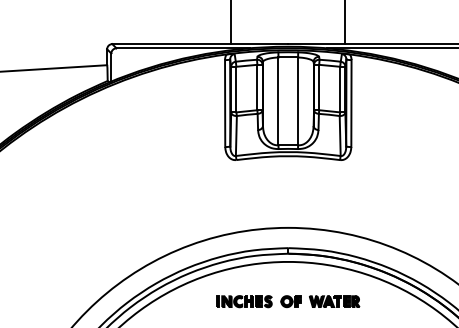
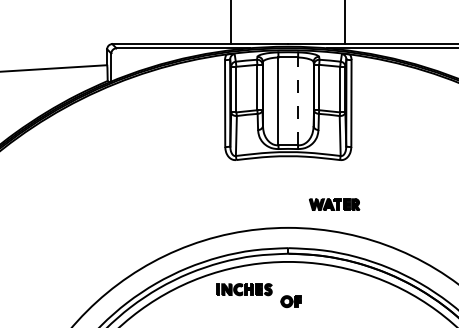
line at (298, 101): solid -> dashed
part at (244, 301) position: (244, 301) -> (244, 289)
part at (334, 301) position: (334, 301) -> (334, 204)
